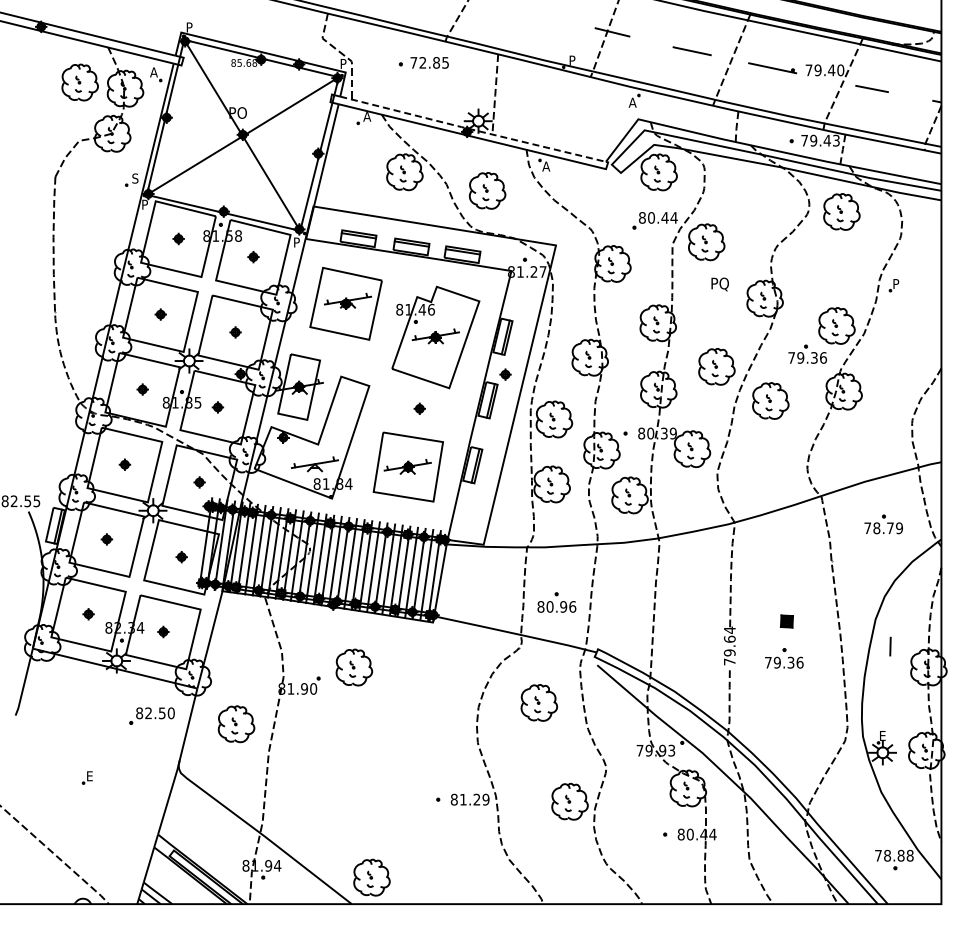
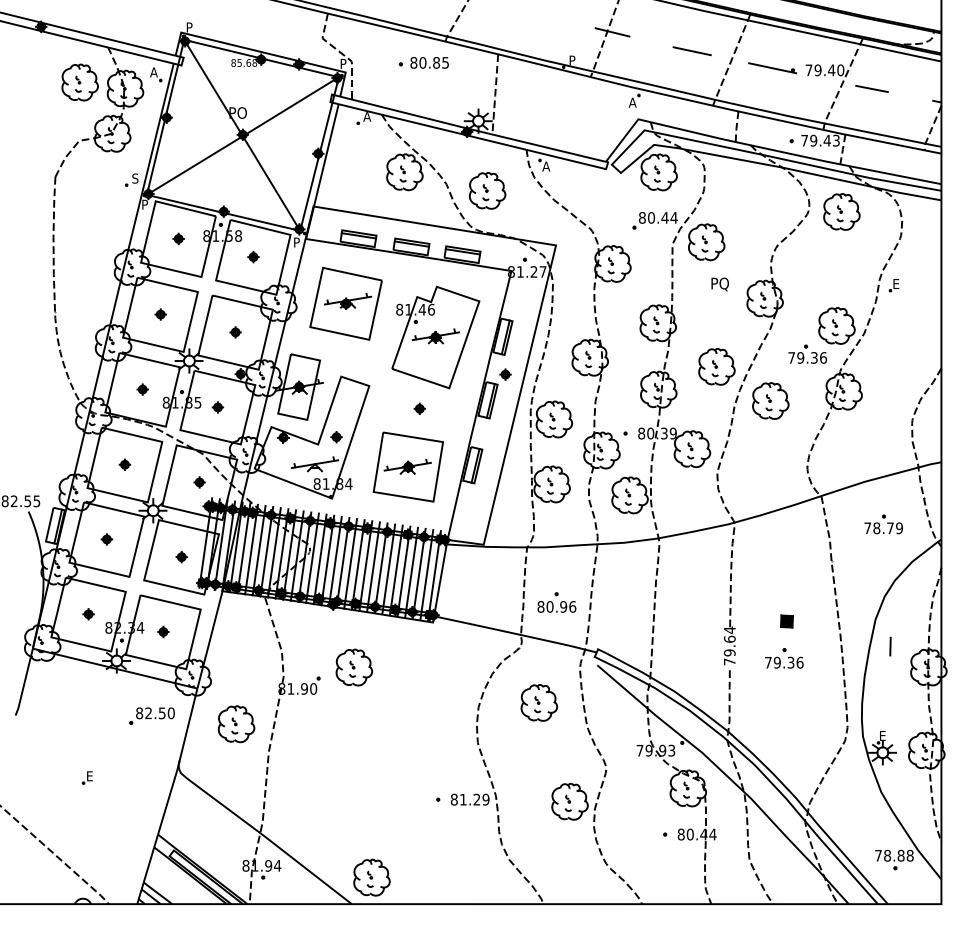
text at (418, 62): 72.85 -> 80.85
line at (472, 129): dashed -> solid
text at (896, 283): P -> E
part at (336, 437): none -> present
